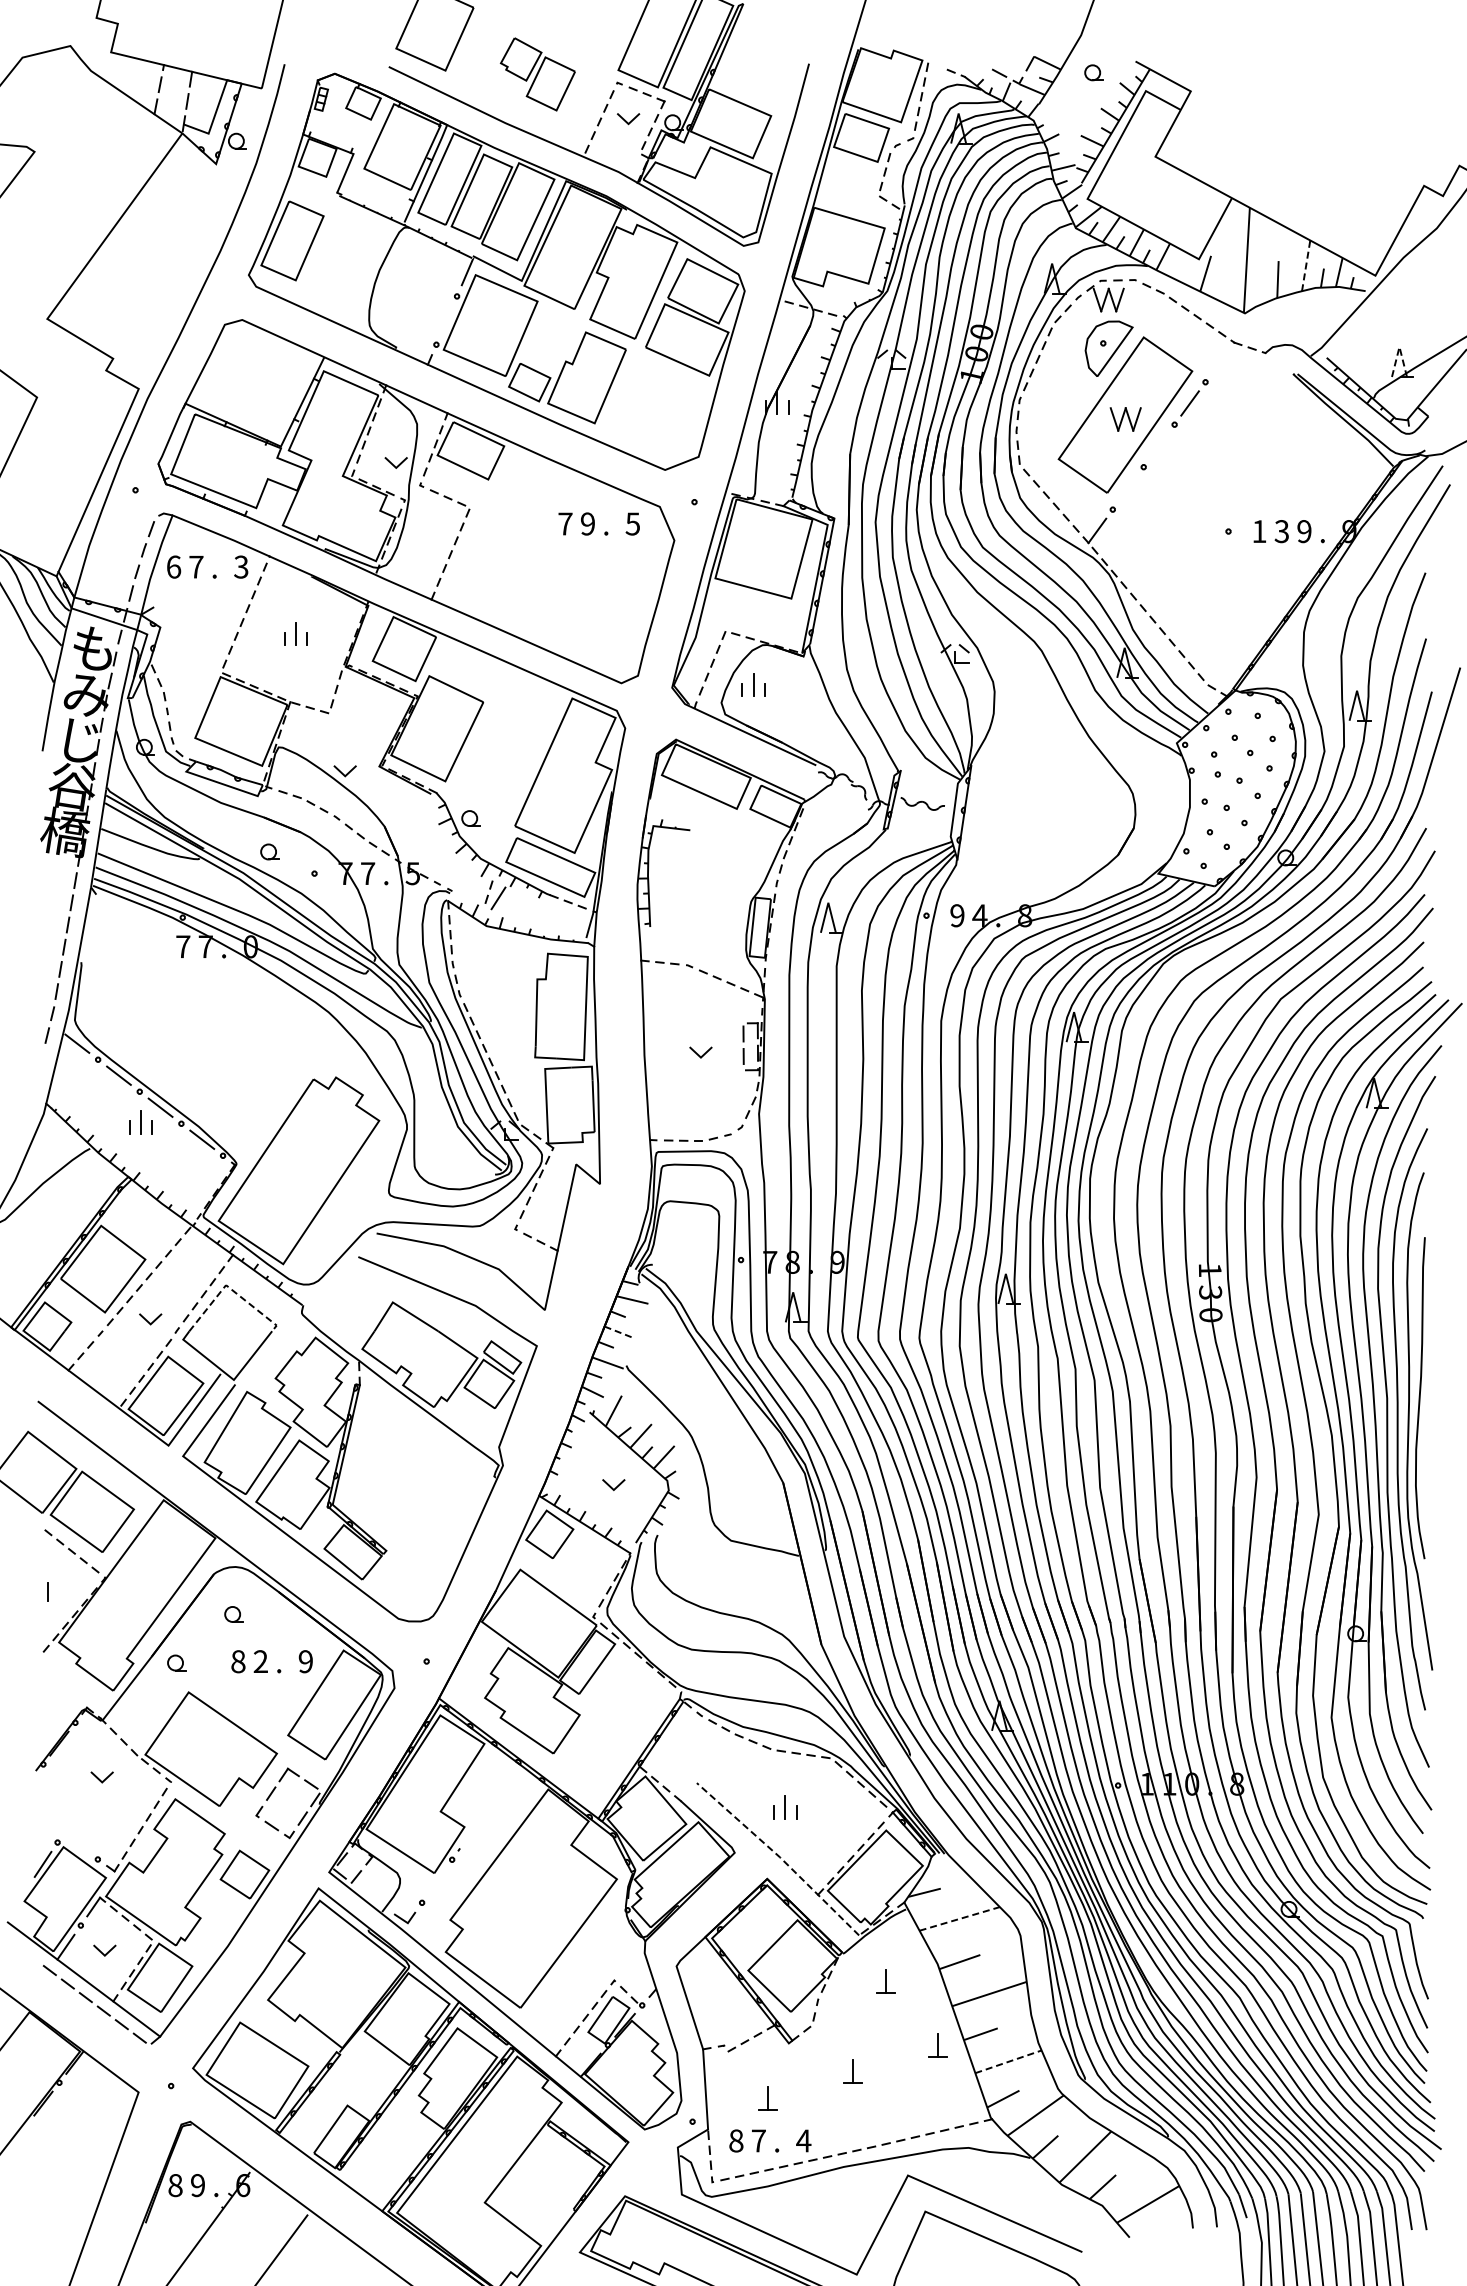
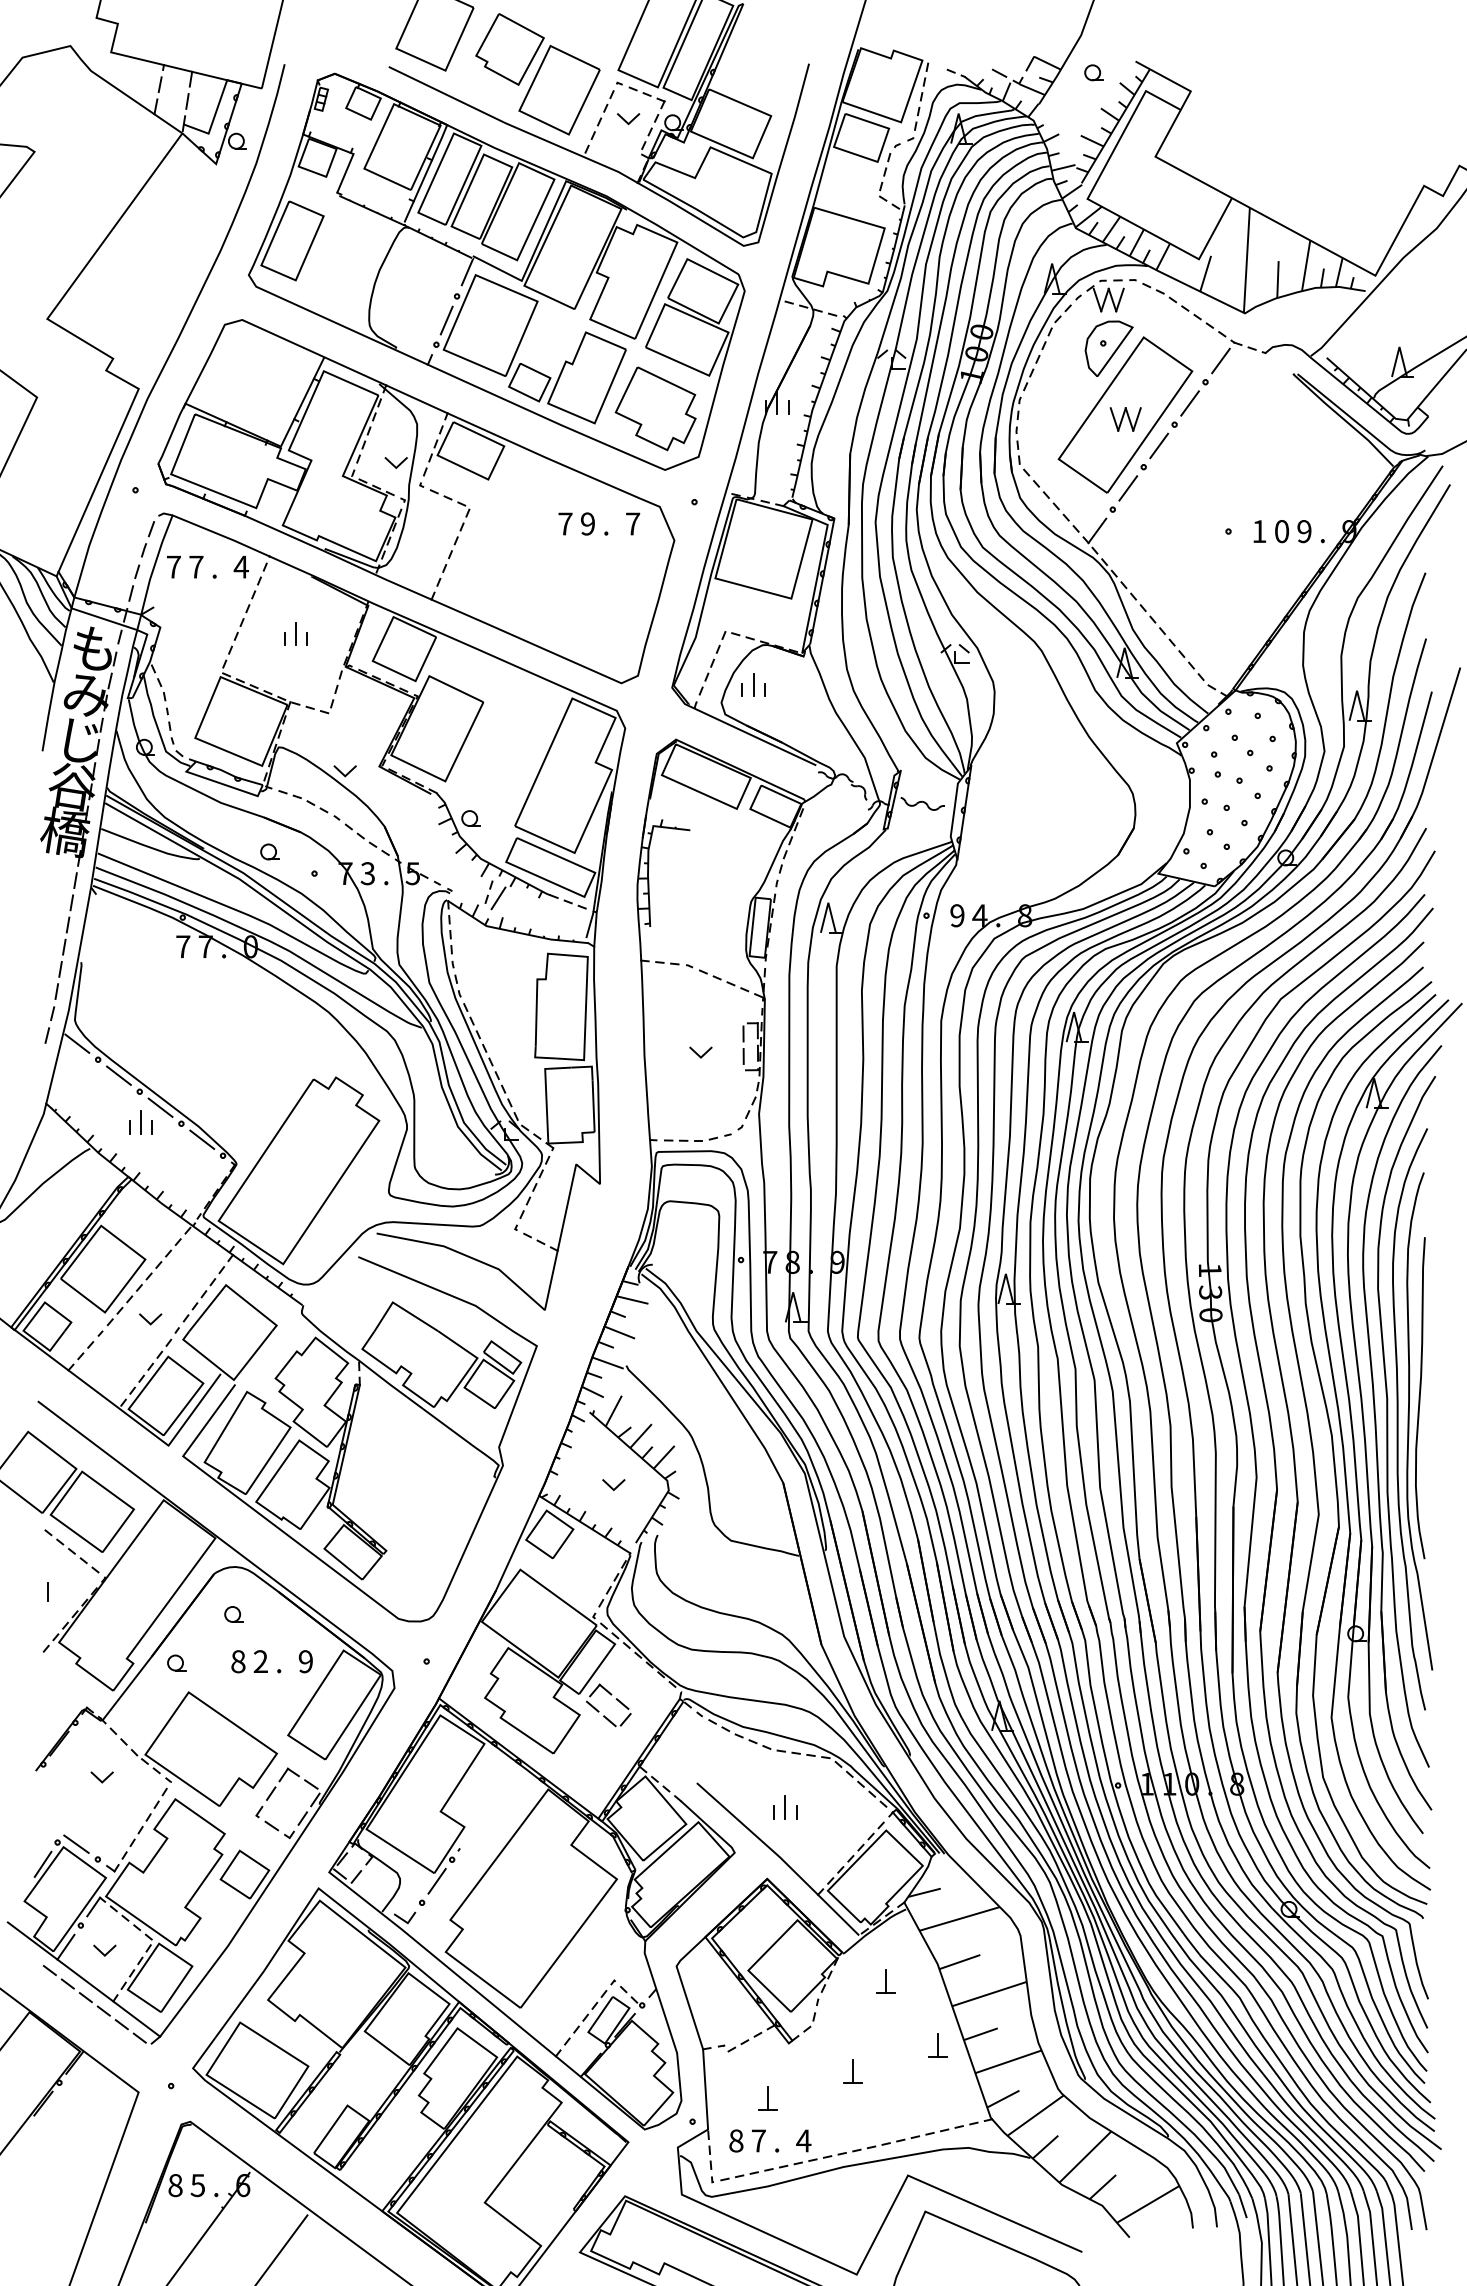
part at (537, 74) size: 77x75 px -> 126x123 px
line at (1306, 265): dashed -> solid
line at (446, 320): none -> present
line at (1399, 346): dashed -> solid
line at (1220, 360): none -> present
part at (655, 408): none -> present
line at (1159, 445): none -> present
line at (1128, 488): none -> present
text at (632, 523): 5 -> 7
text at (1281, 531): 3 -> 0
text at (174, 566): 6 -> 7
text at (240, 566): 3 -> 4
text at (367, 873): 7 -> 3
line at (231, 1289): dashed -> solid
line at (620, 1332): dashed -> solid
part at (615, 1699): none -> present
line at (76, 1843): none -> present
line at (780, 1857): dashed -> solid
line at (436, 1881): none -> present
line at (959, 1918): dashed -> solid
line at (1008, 2061): dashed -> solid
text at (197, 2185): 9 -> 5
